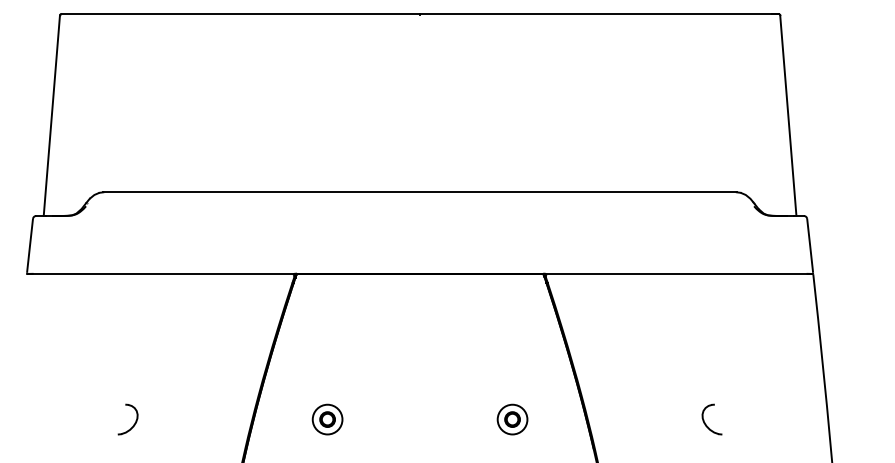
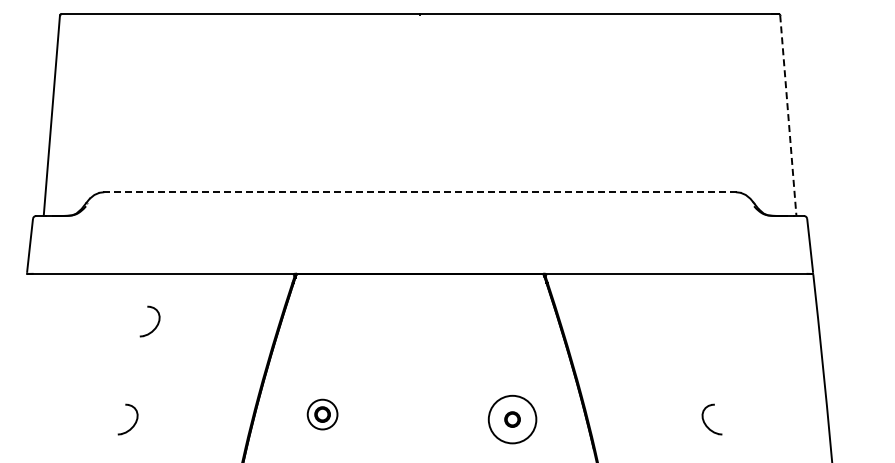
line at (788, 115): solid -> dashed
line at (420, 192): solid -> dashed
part at (156, 324): none -> present
part at (327, 419) position: (327, 419) -> (322, 414)
circle at (512, 419) diameter: 30 px -> 48 px
